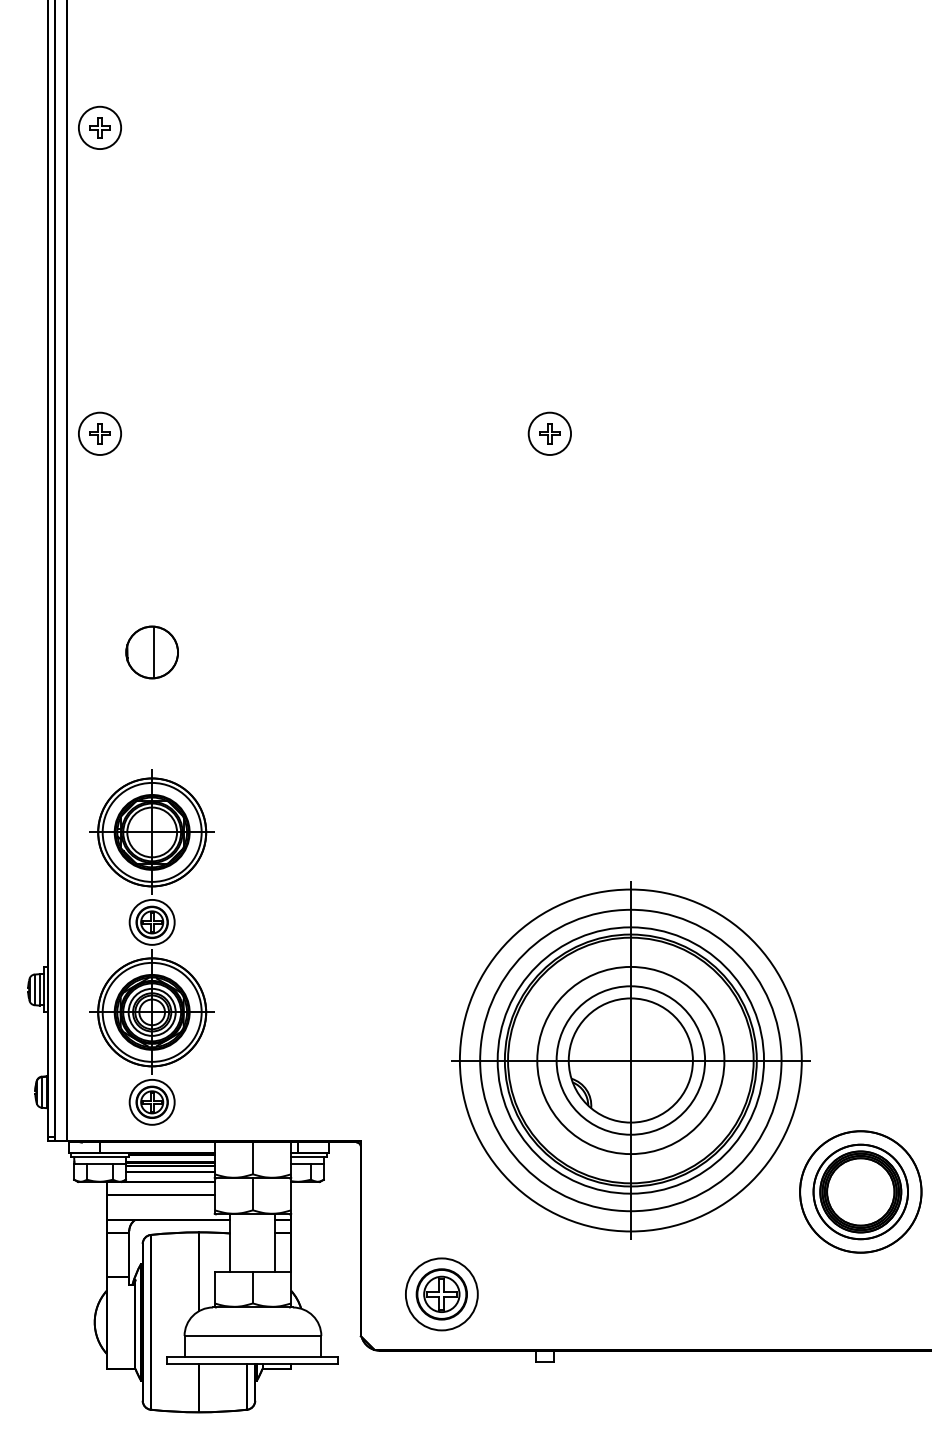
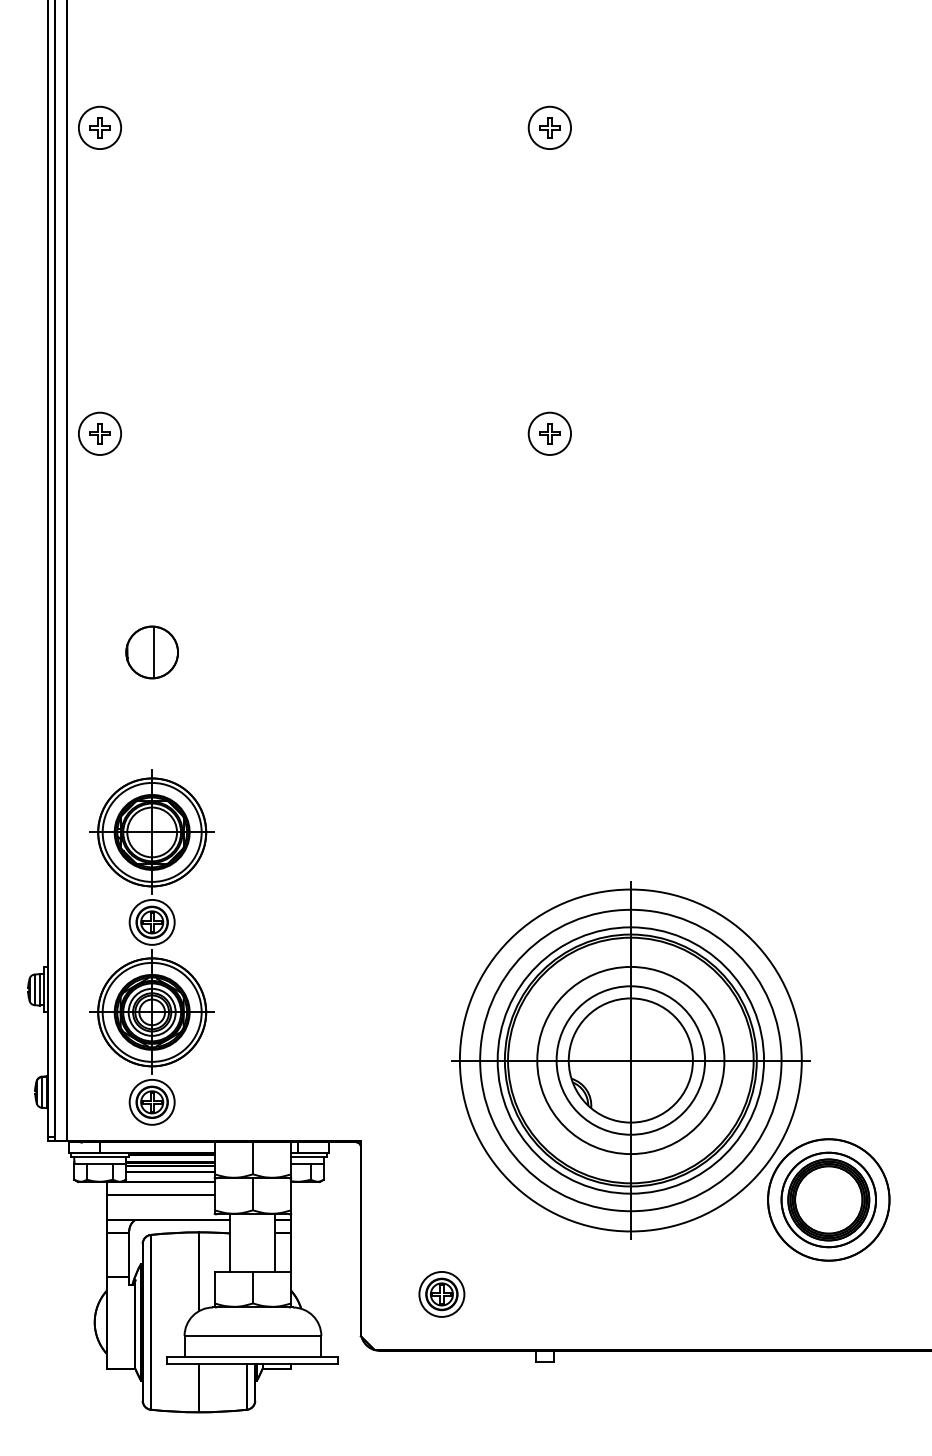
part at (549, 127): none -> present
part at (860, 1191) position: (860, 1191) -> (828, 1199)
part at (441, 1294) size: 74x75 px -> 48x47 px
